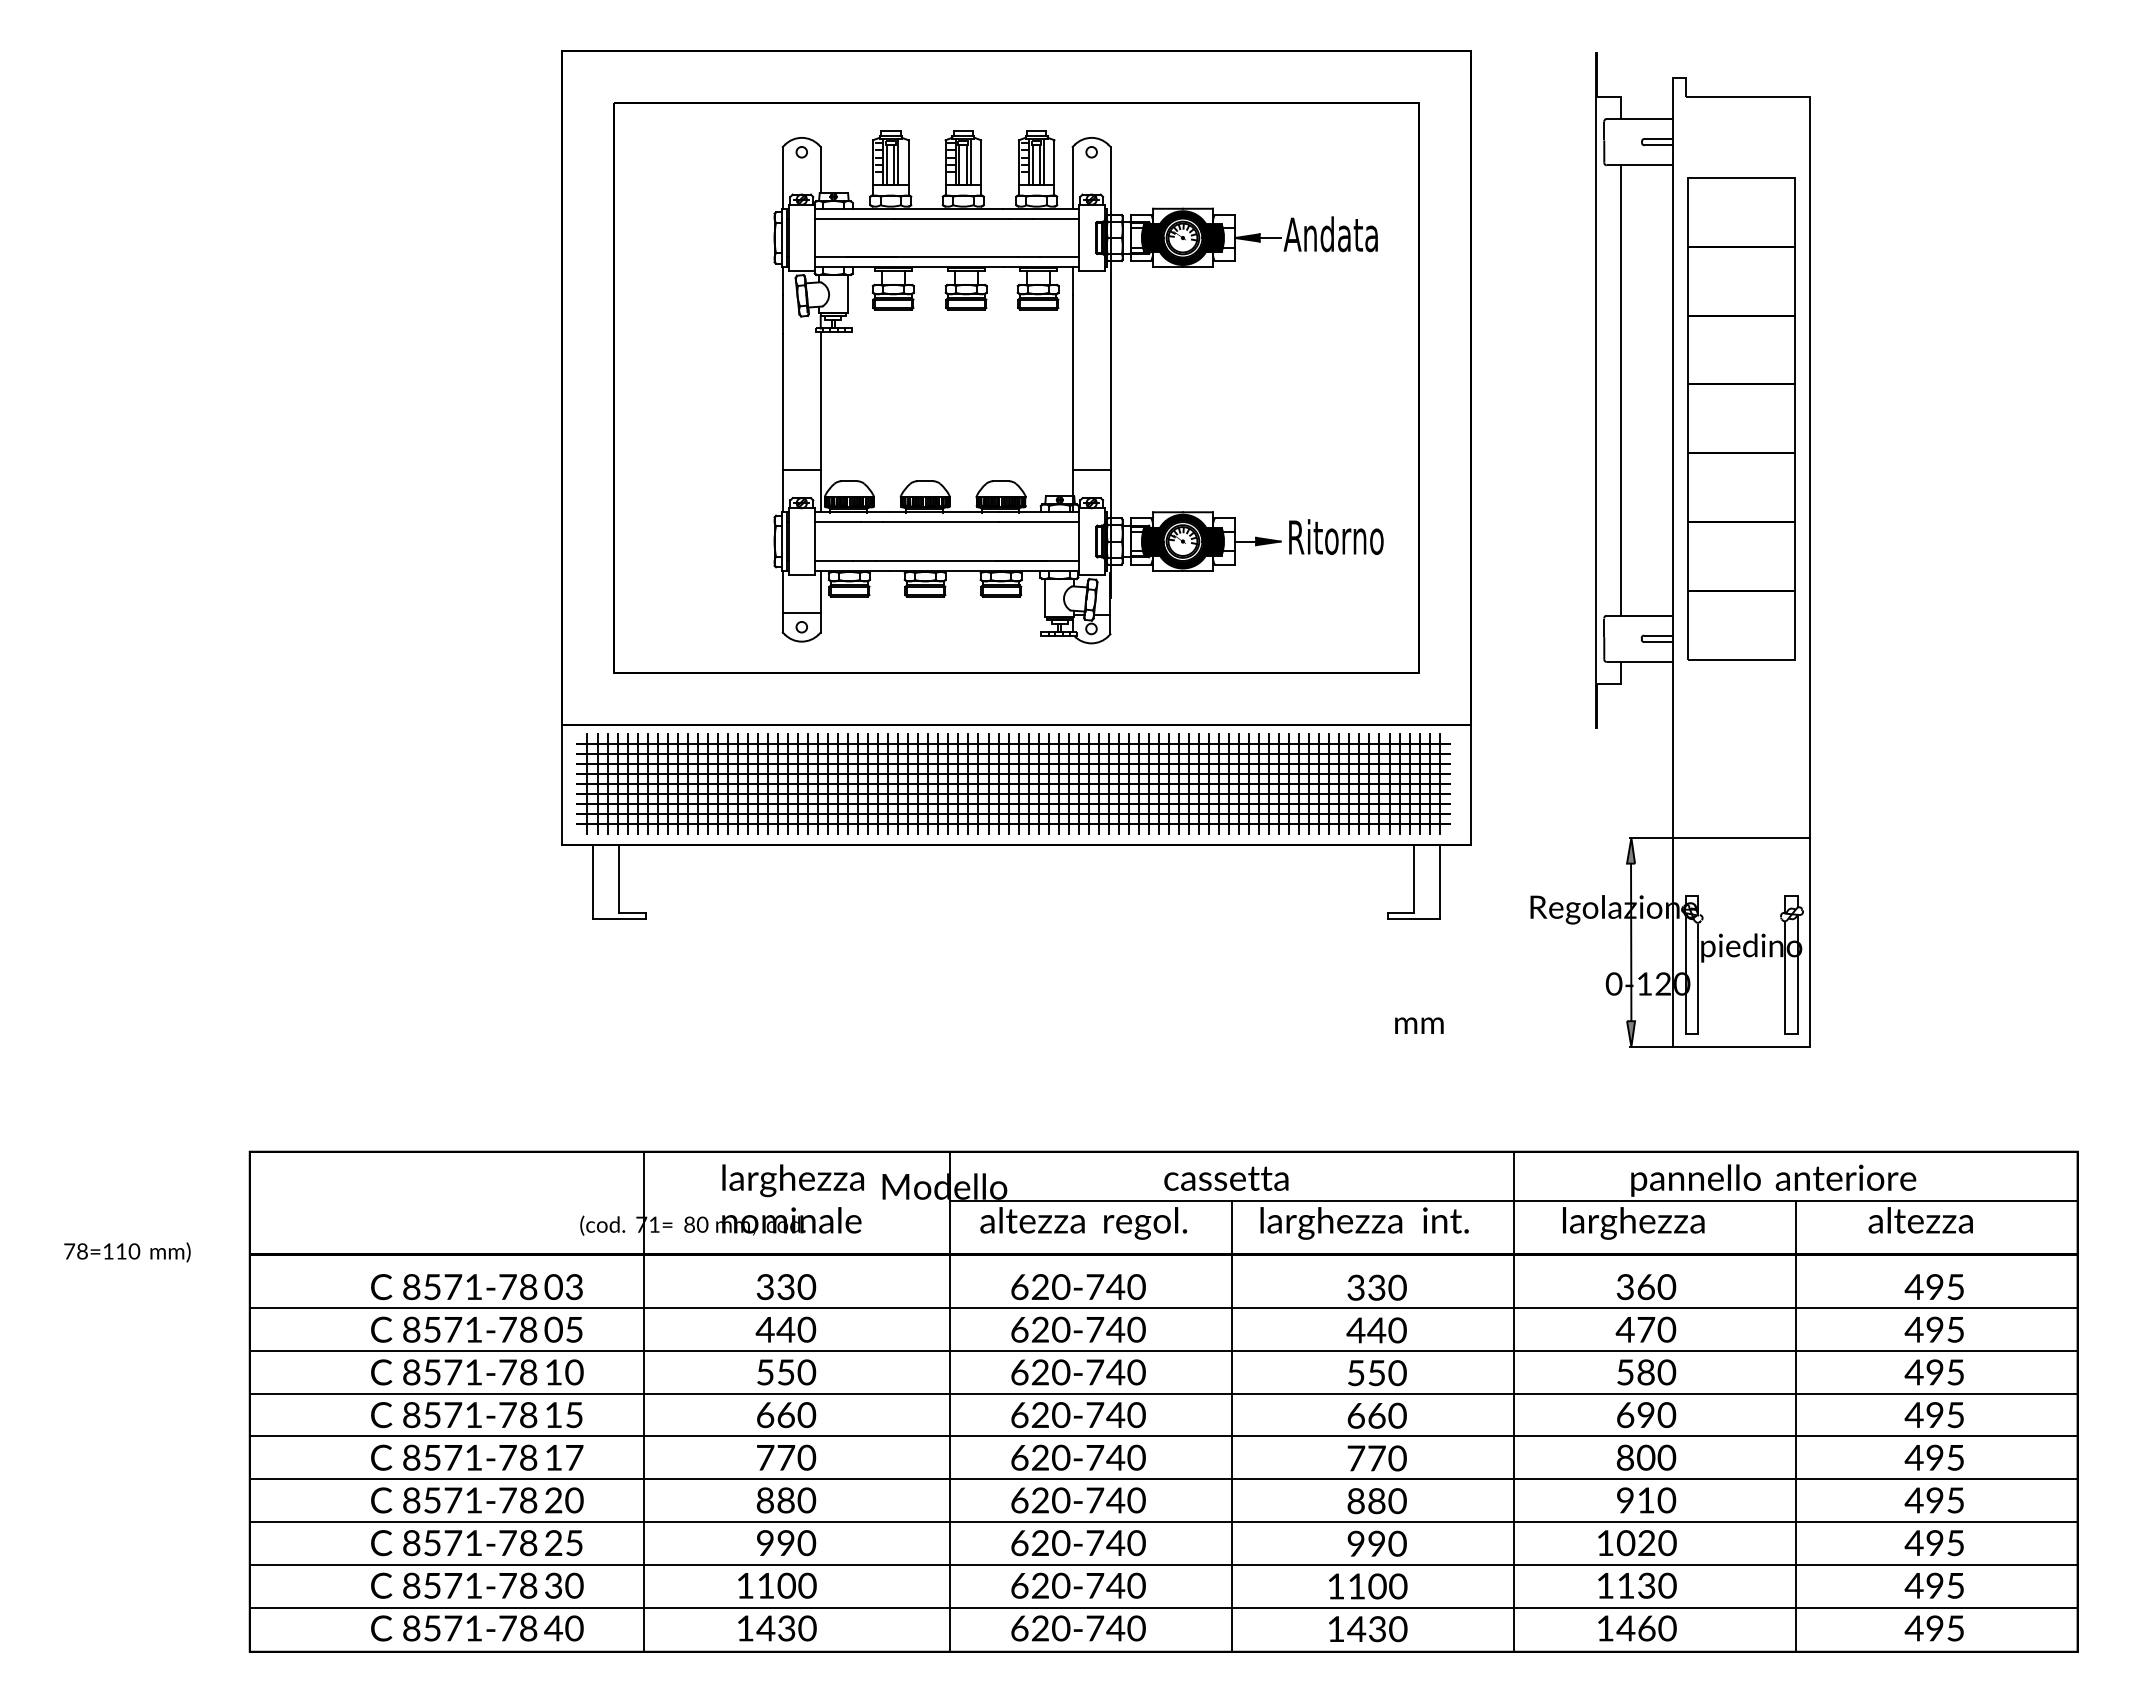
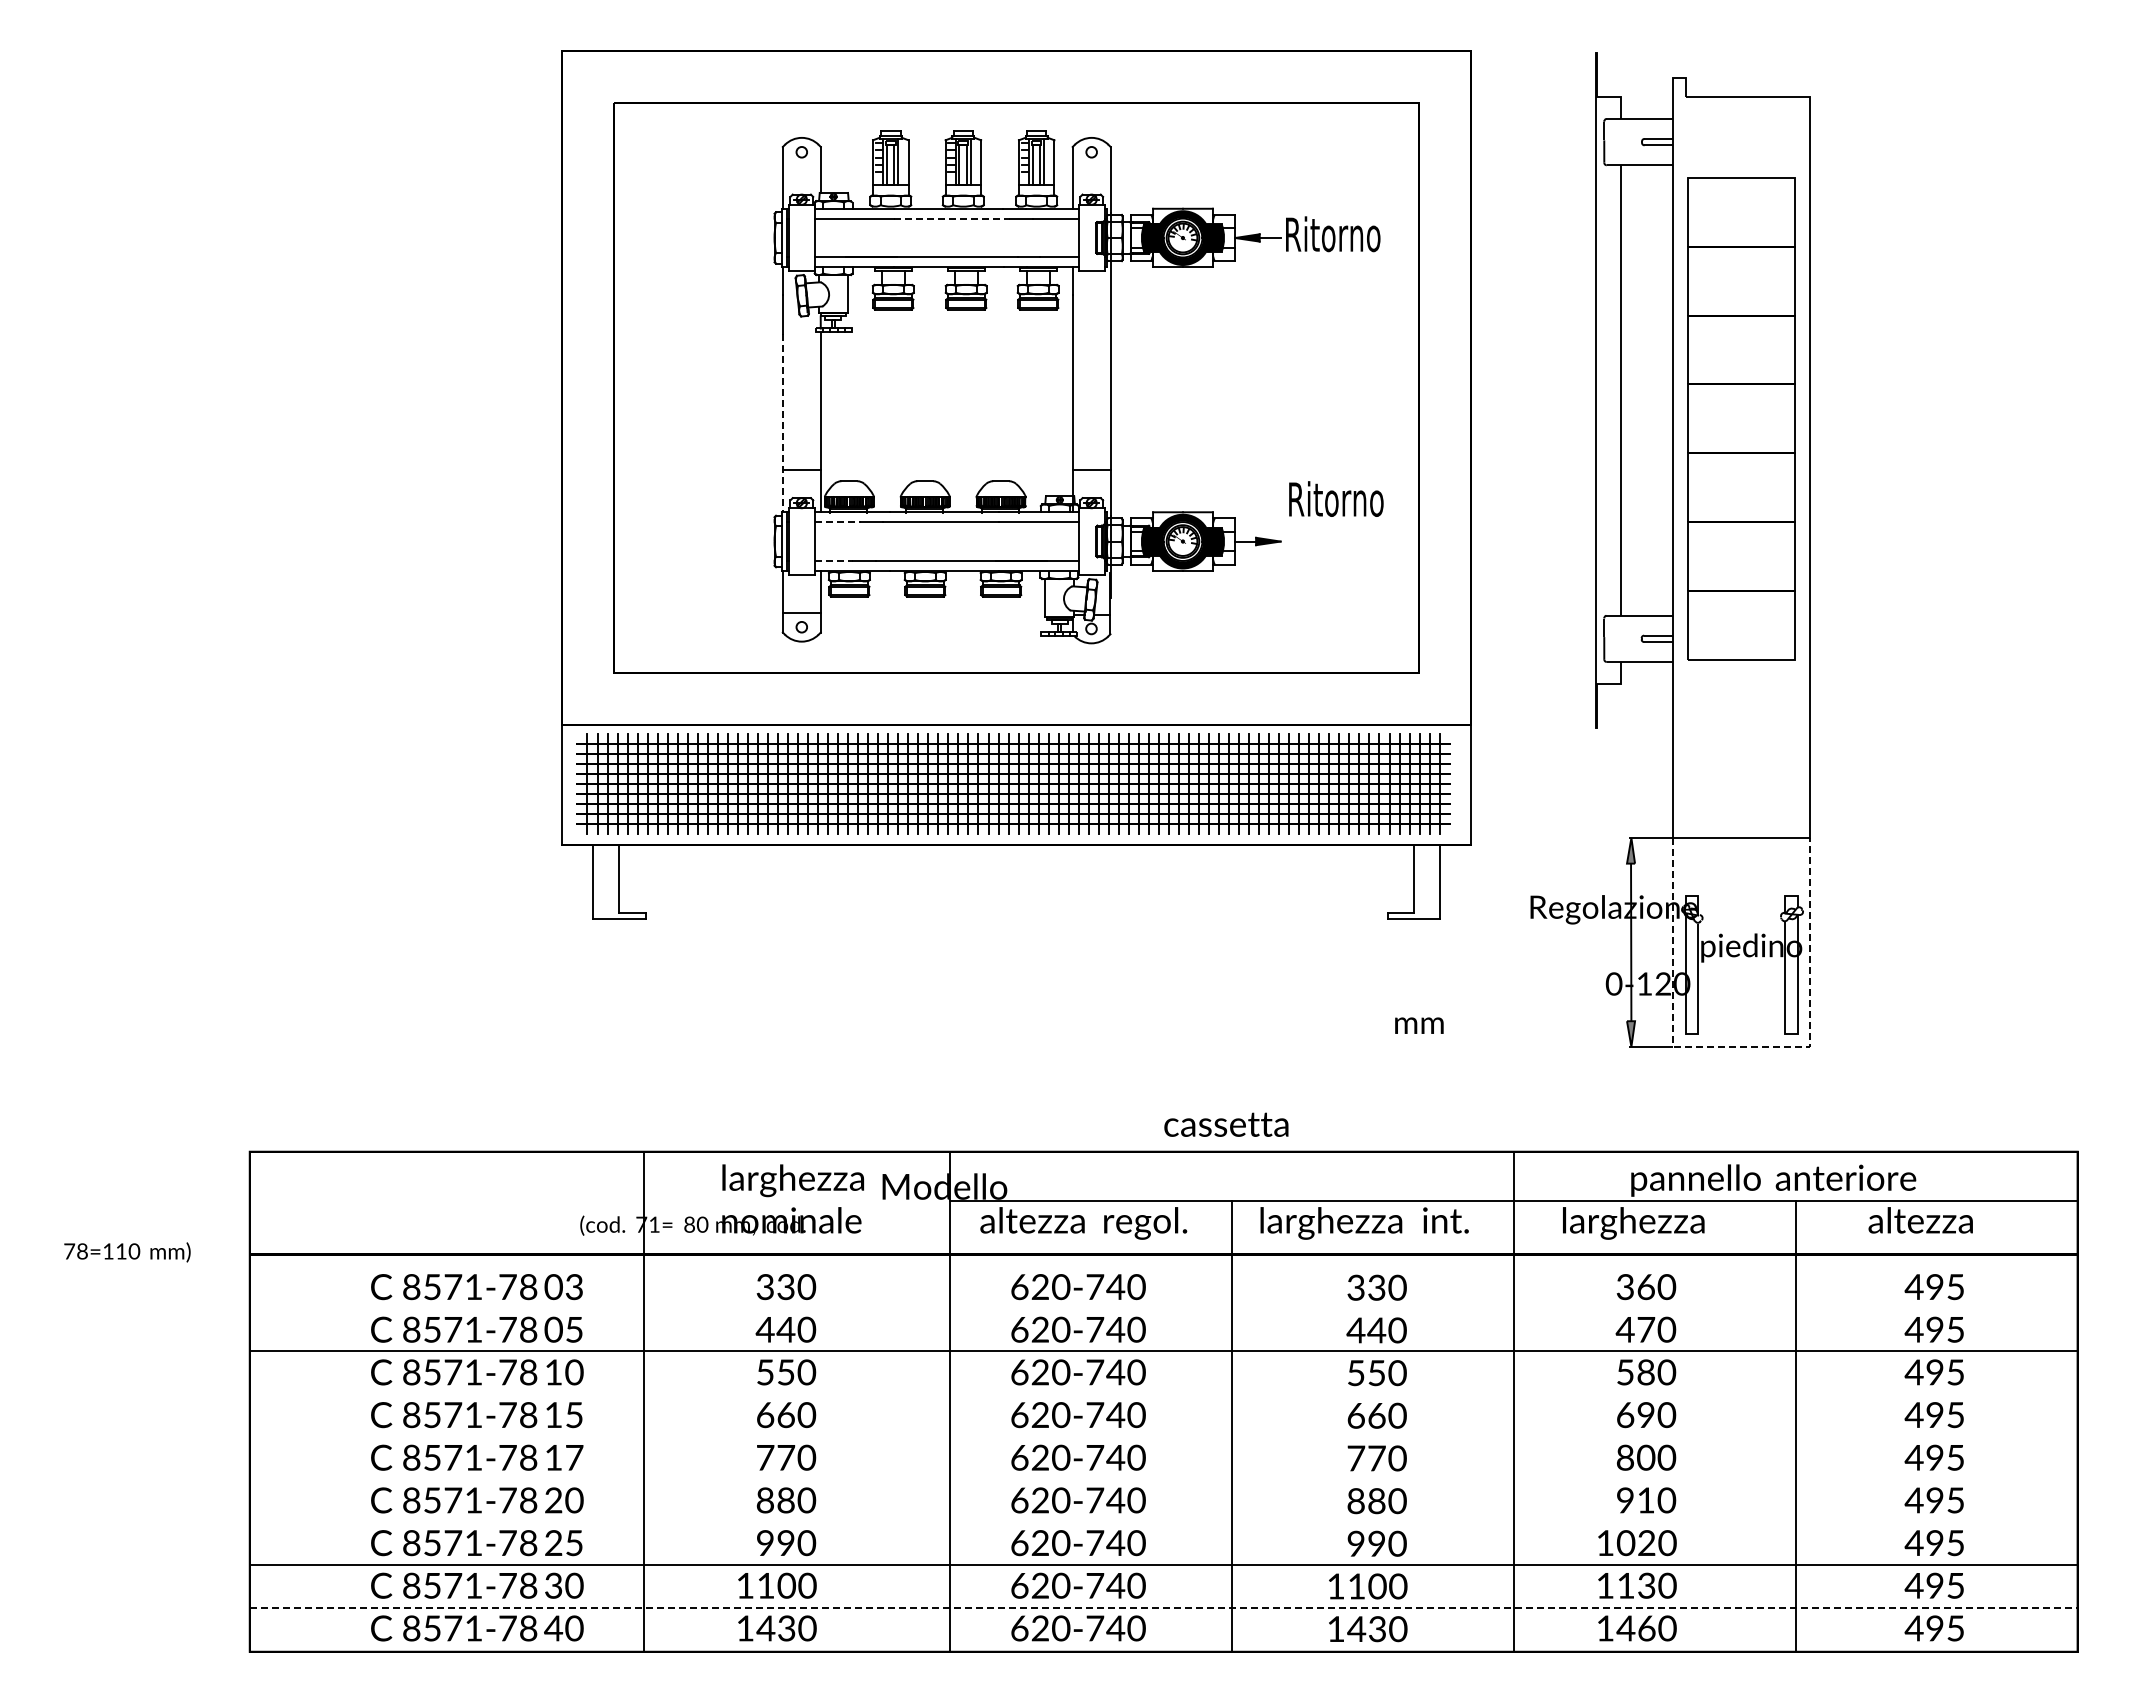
line at (952, 218): solid -> dashed
text at (1331, 234): Andata -> Ritorno
line at (782, 423): solid -> dashed
line at (837, 522): solid -> dashed
text at (1336, 536) position: (1336, 536) -> (1336, 498)
line at (834, 560): solid -> dashed
line at (1742, 1046): solid -> dashed
text at (1226, 1178) position: (1226, 1178) -> (1226, 1124)
line at (1163, 1308): present -> none
line at (1163, 1394): present -> none
line at (1163, 1435): present -> none
line at (1163, 1478): present -> none
line at (1163, 1521): present -> none
line at (1163, 1607): solid -> dashed
